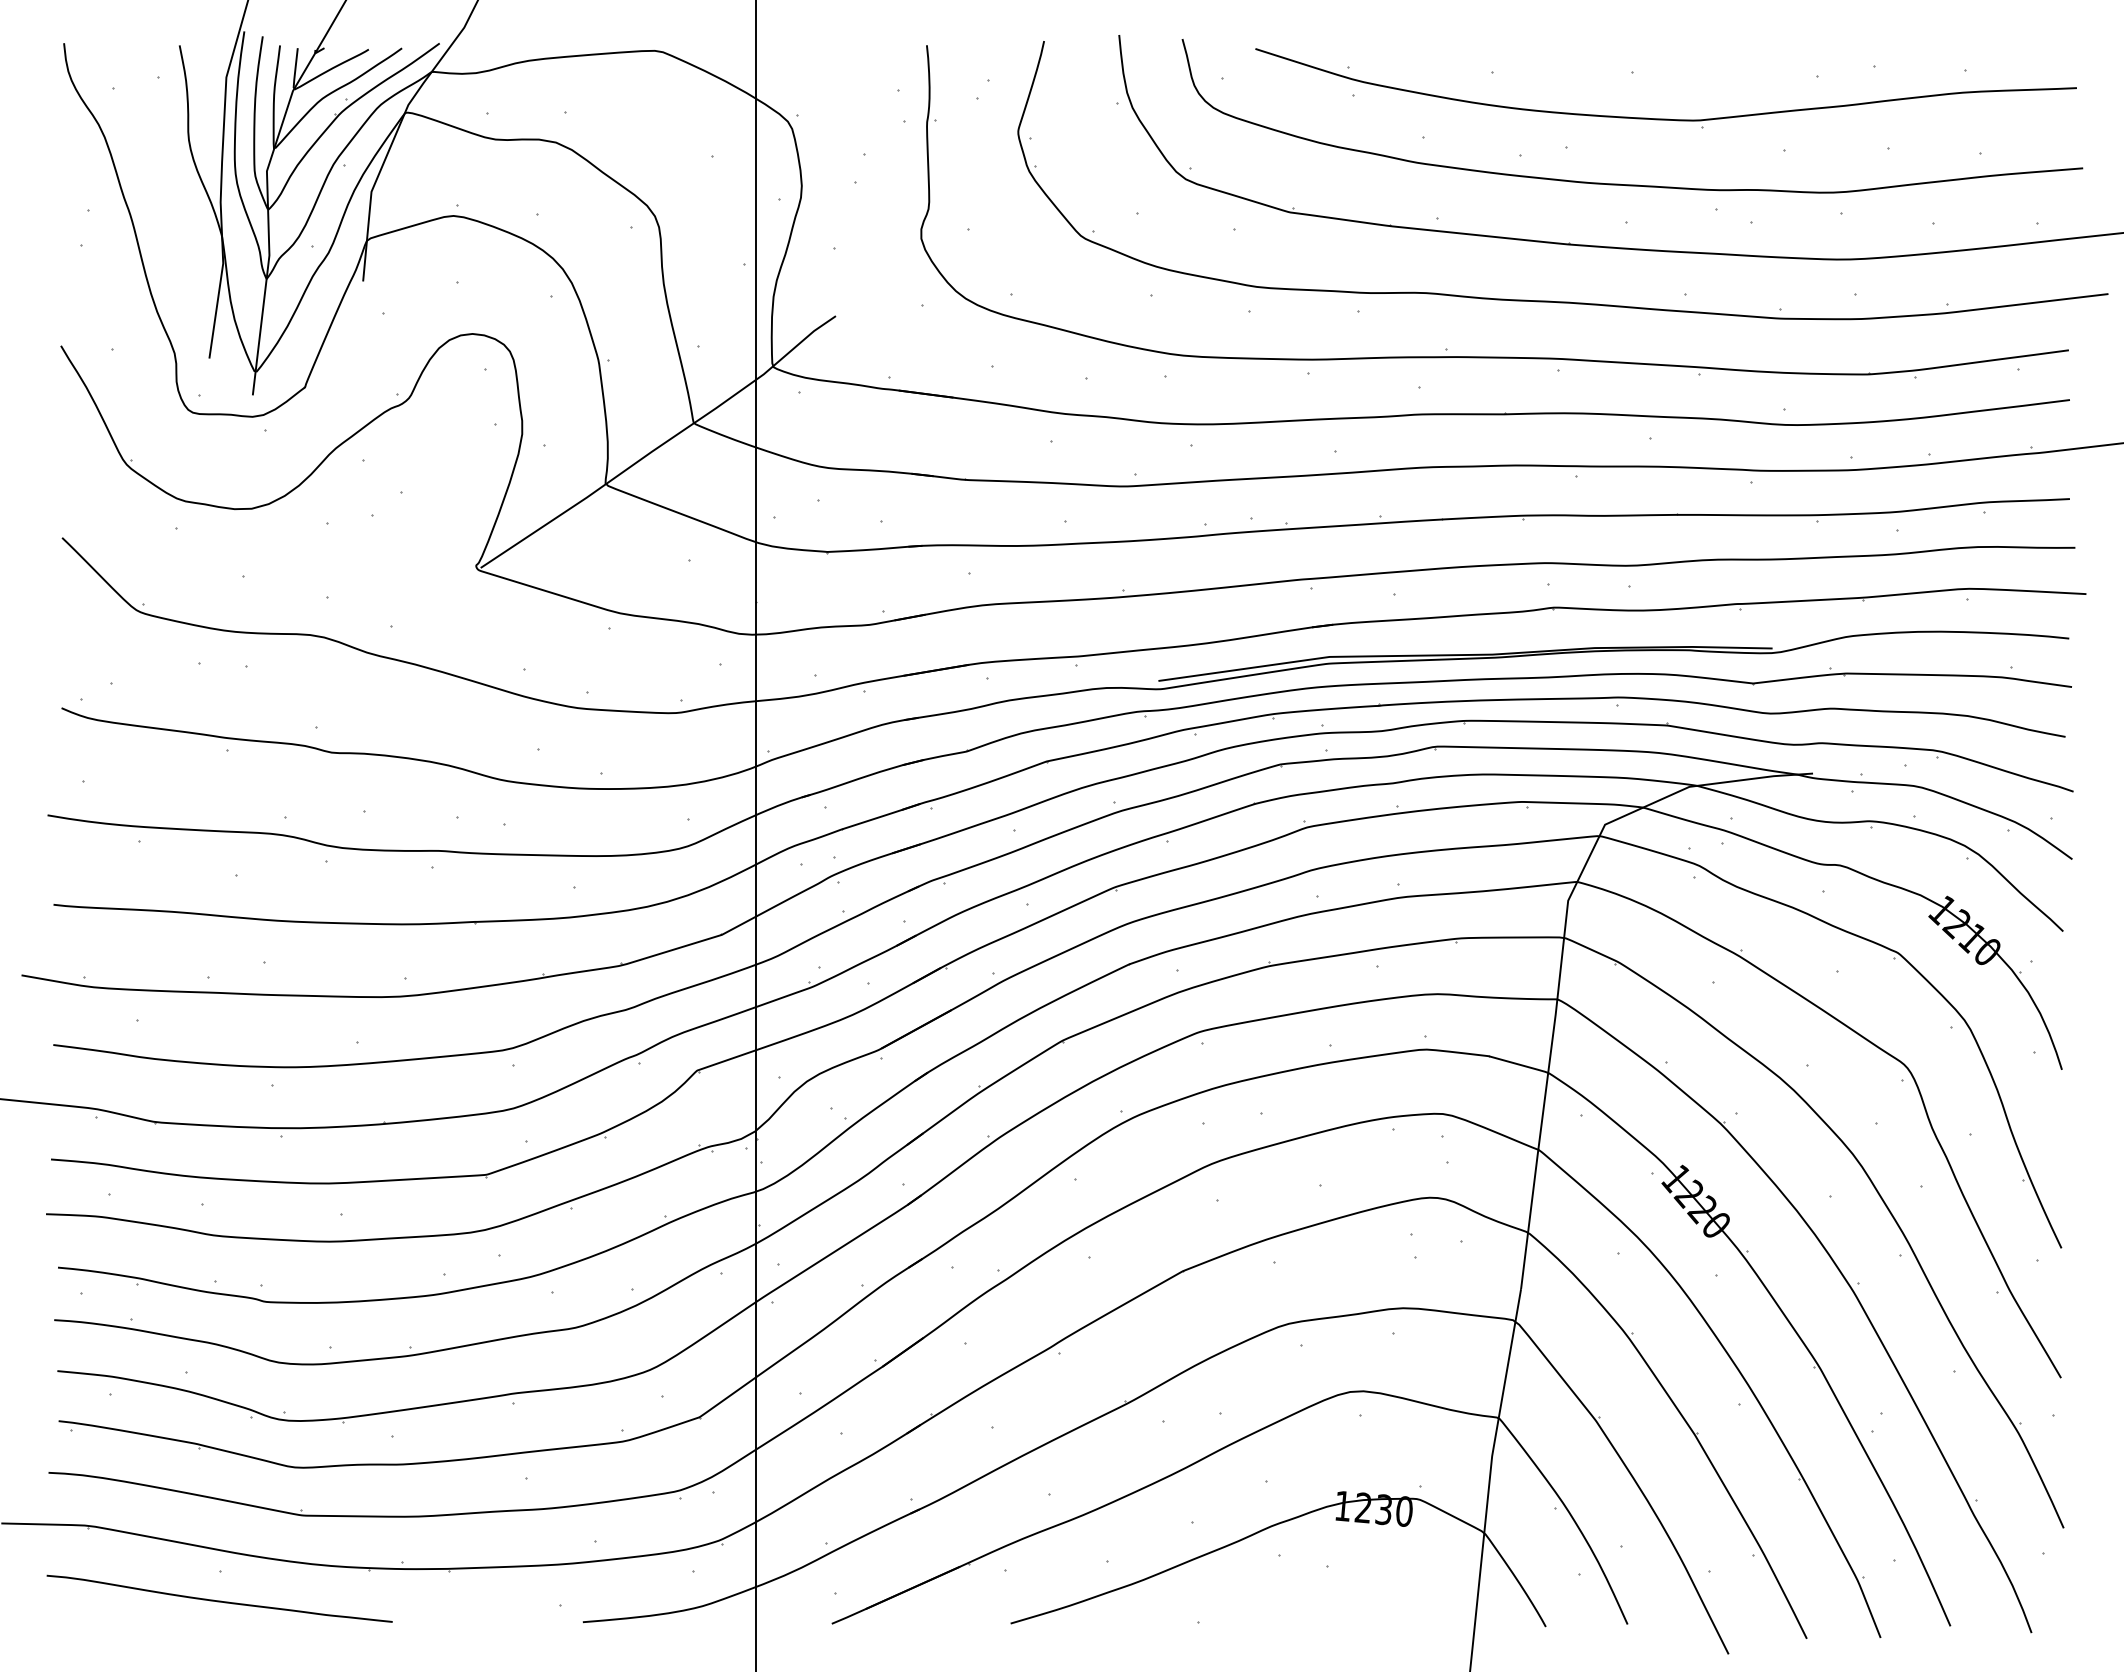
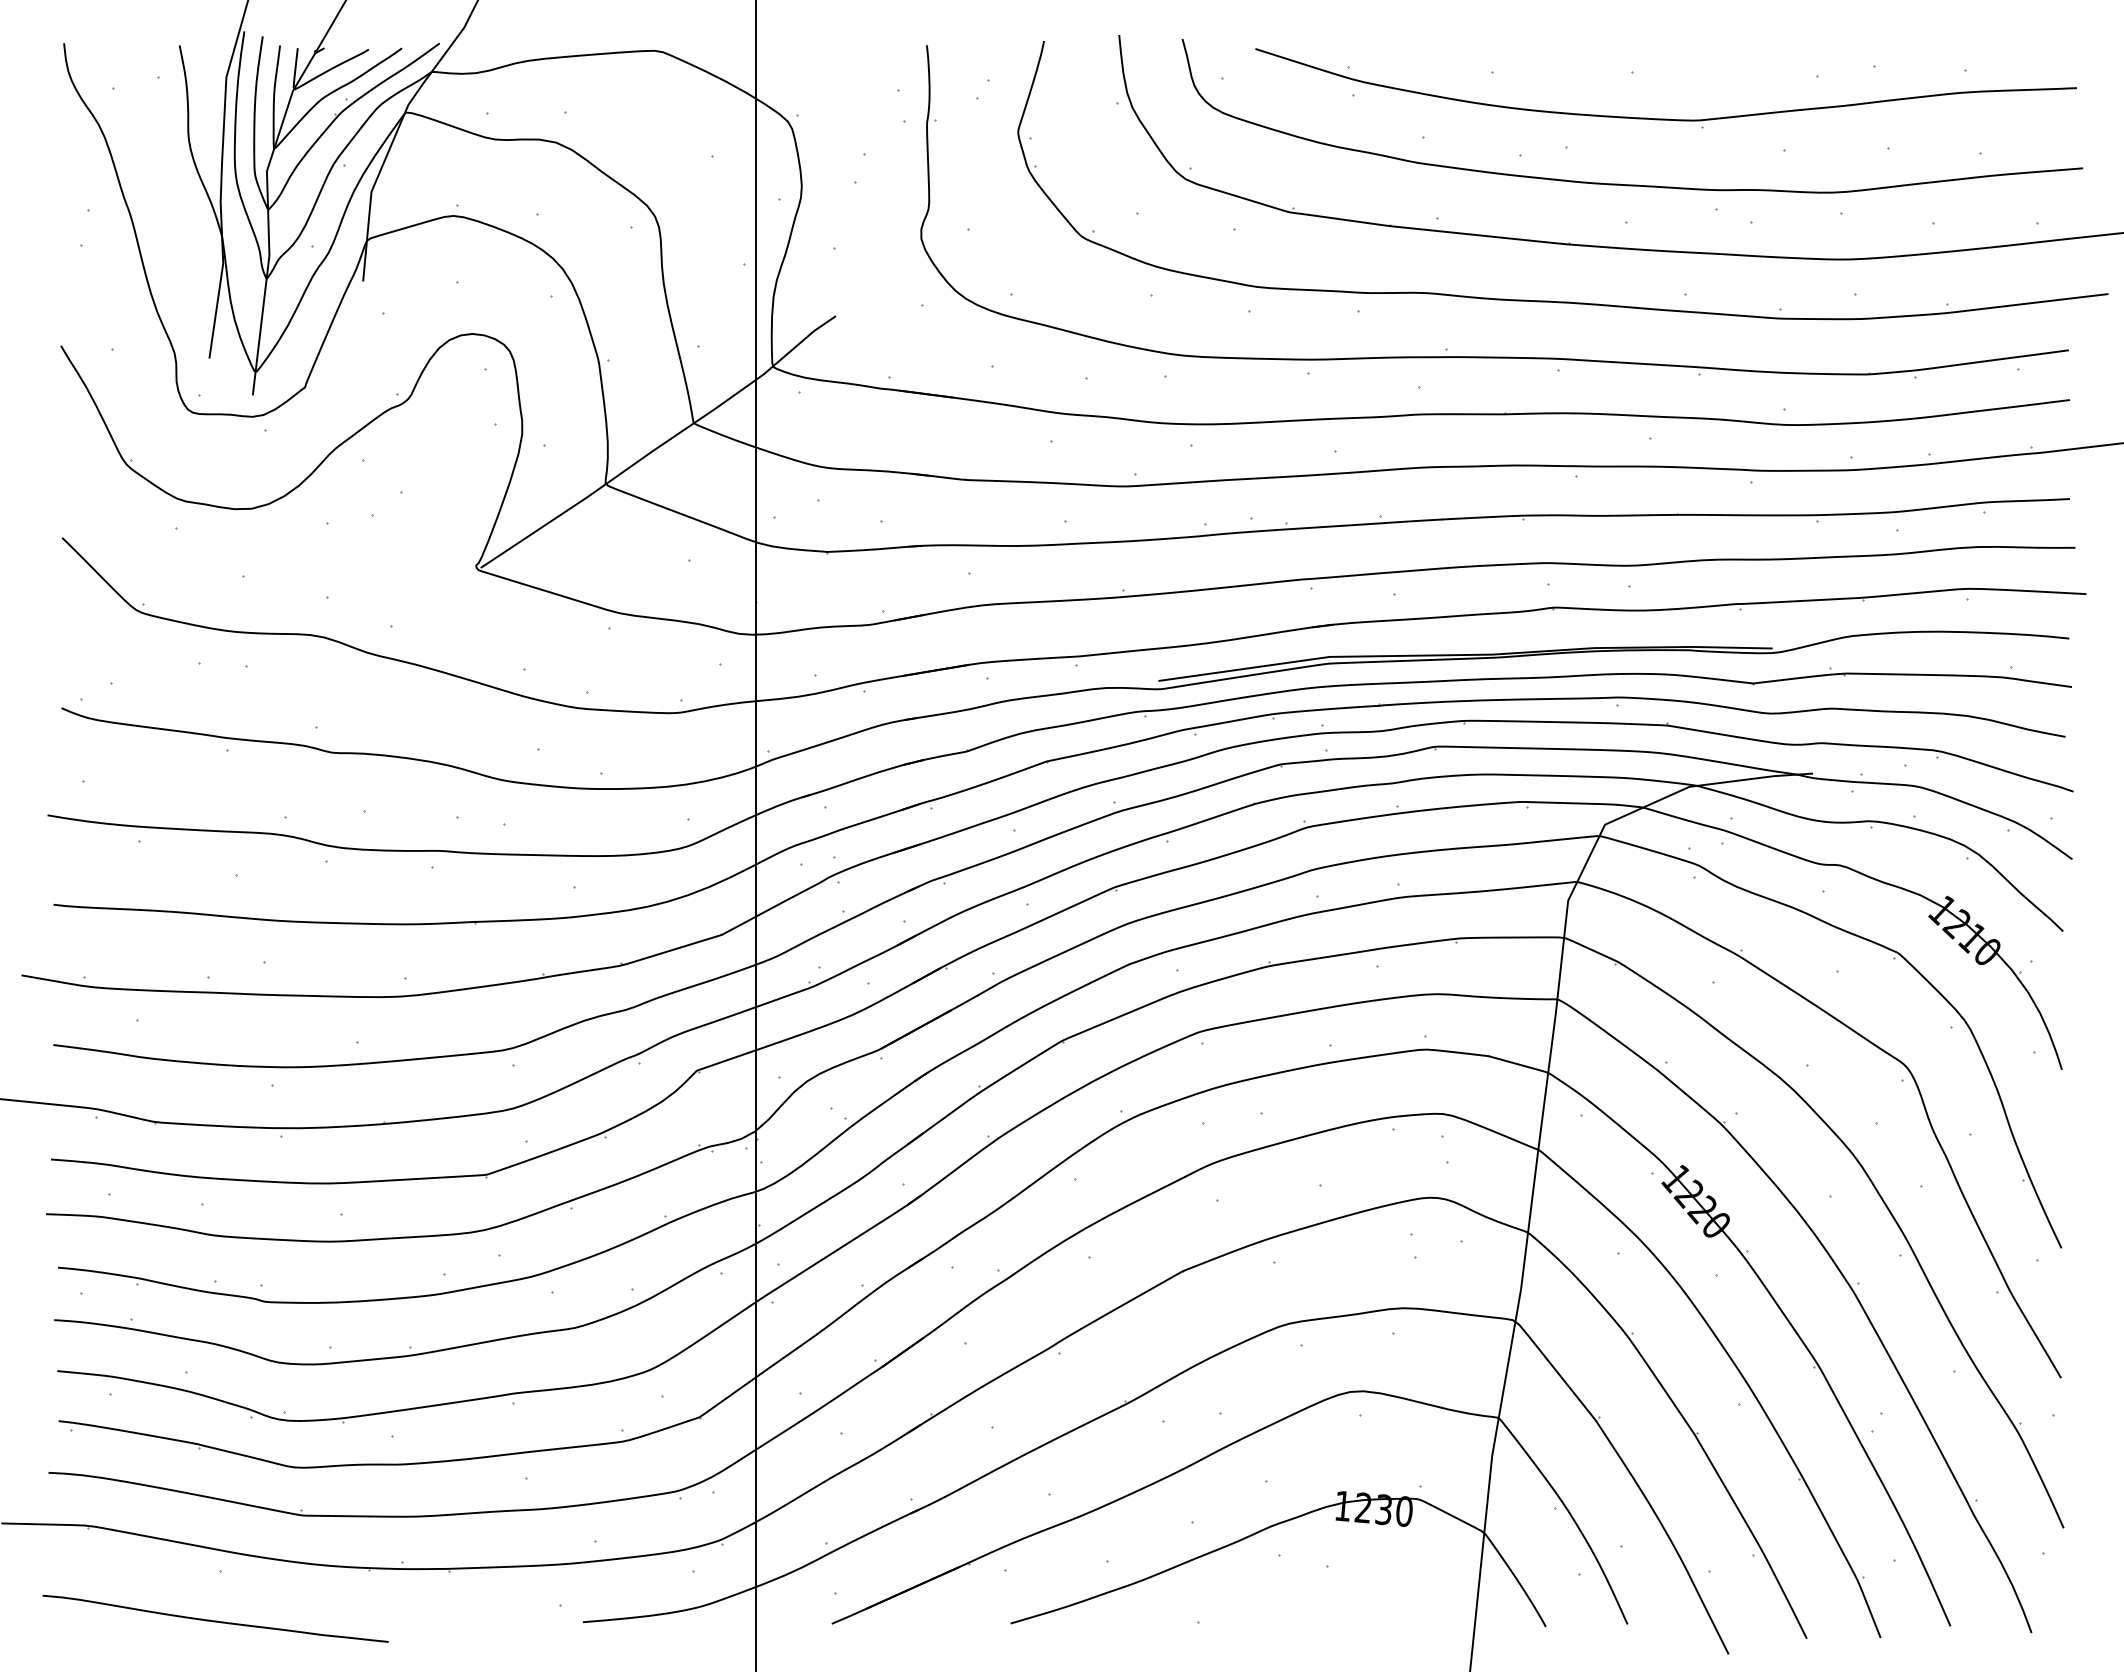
curve at (219, 1600) position: (219, 1600) -> (215, 1620)
